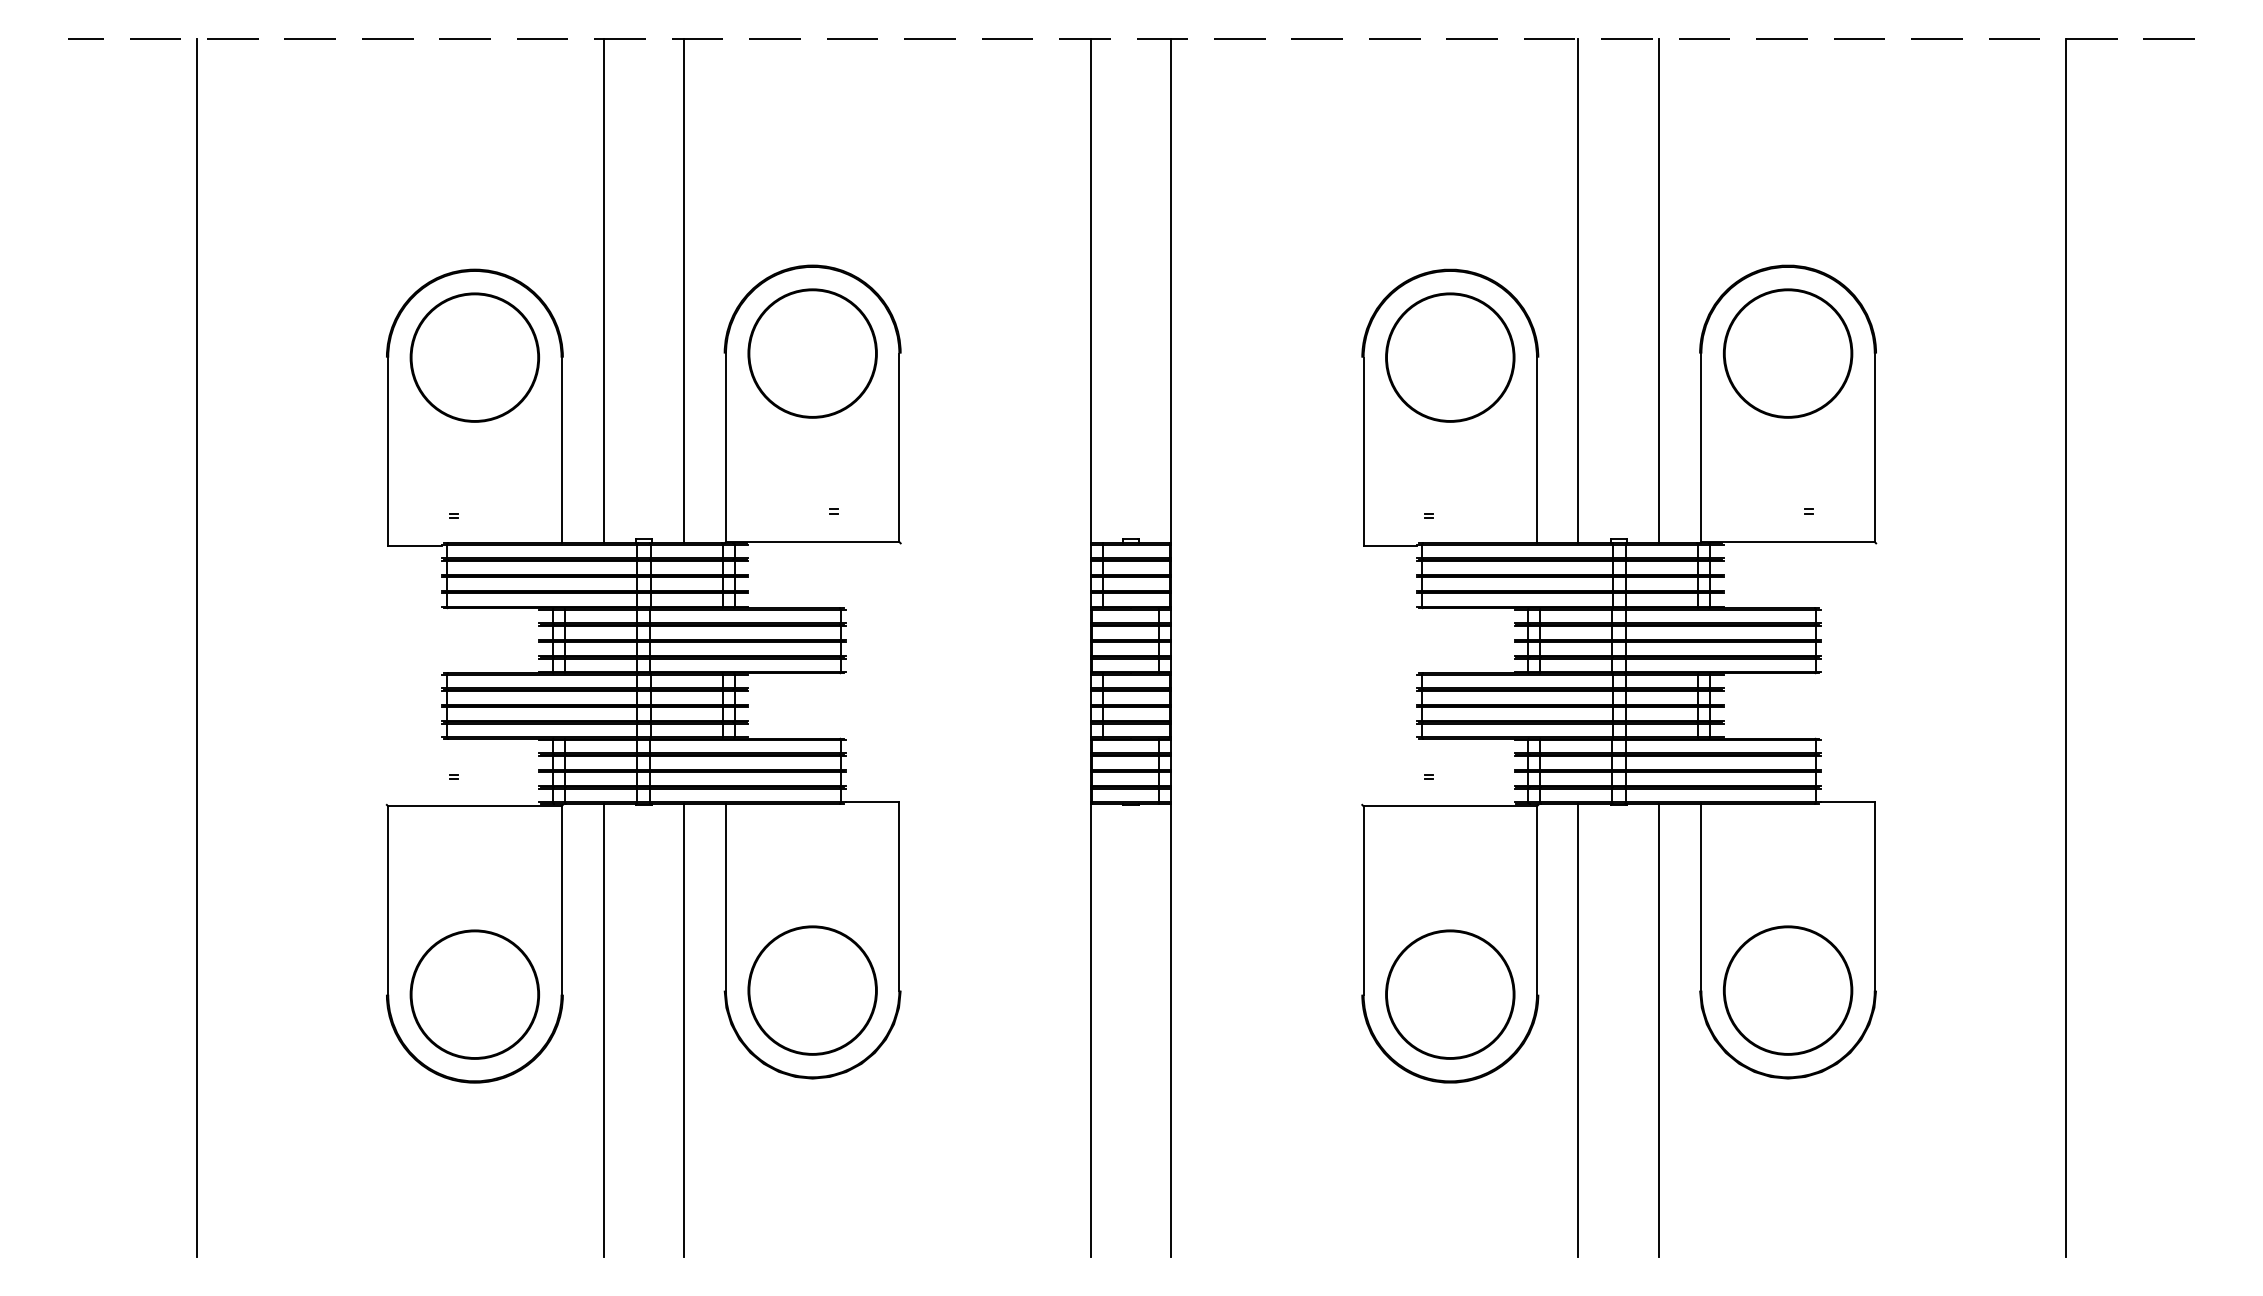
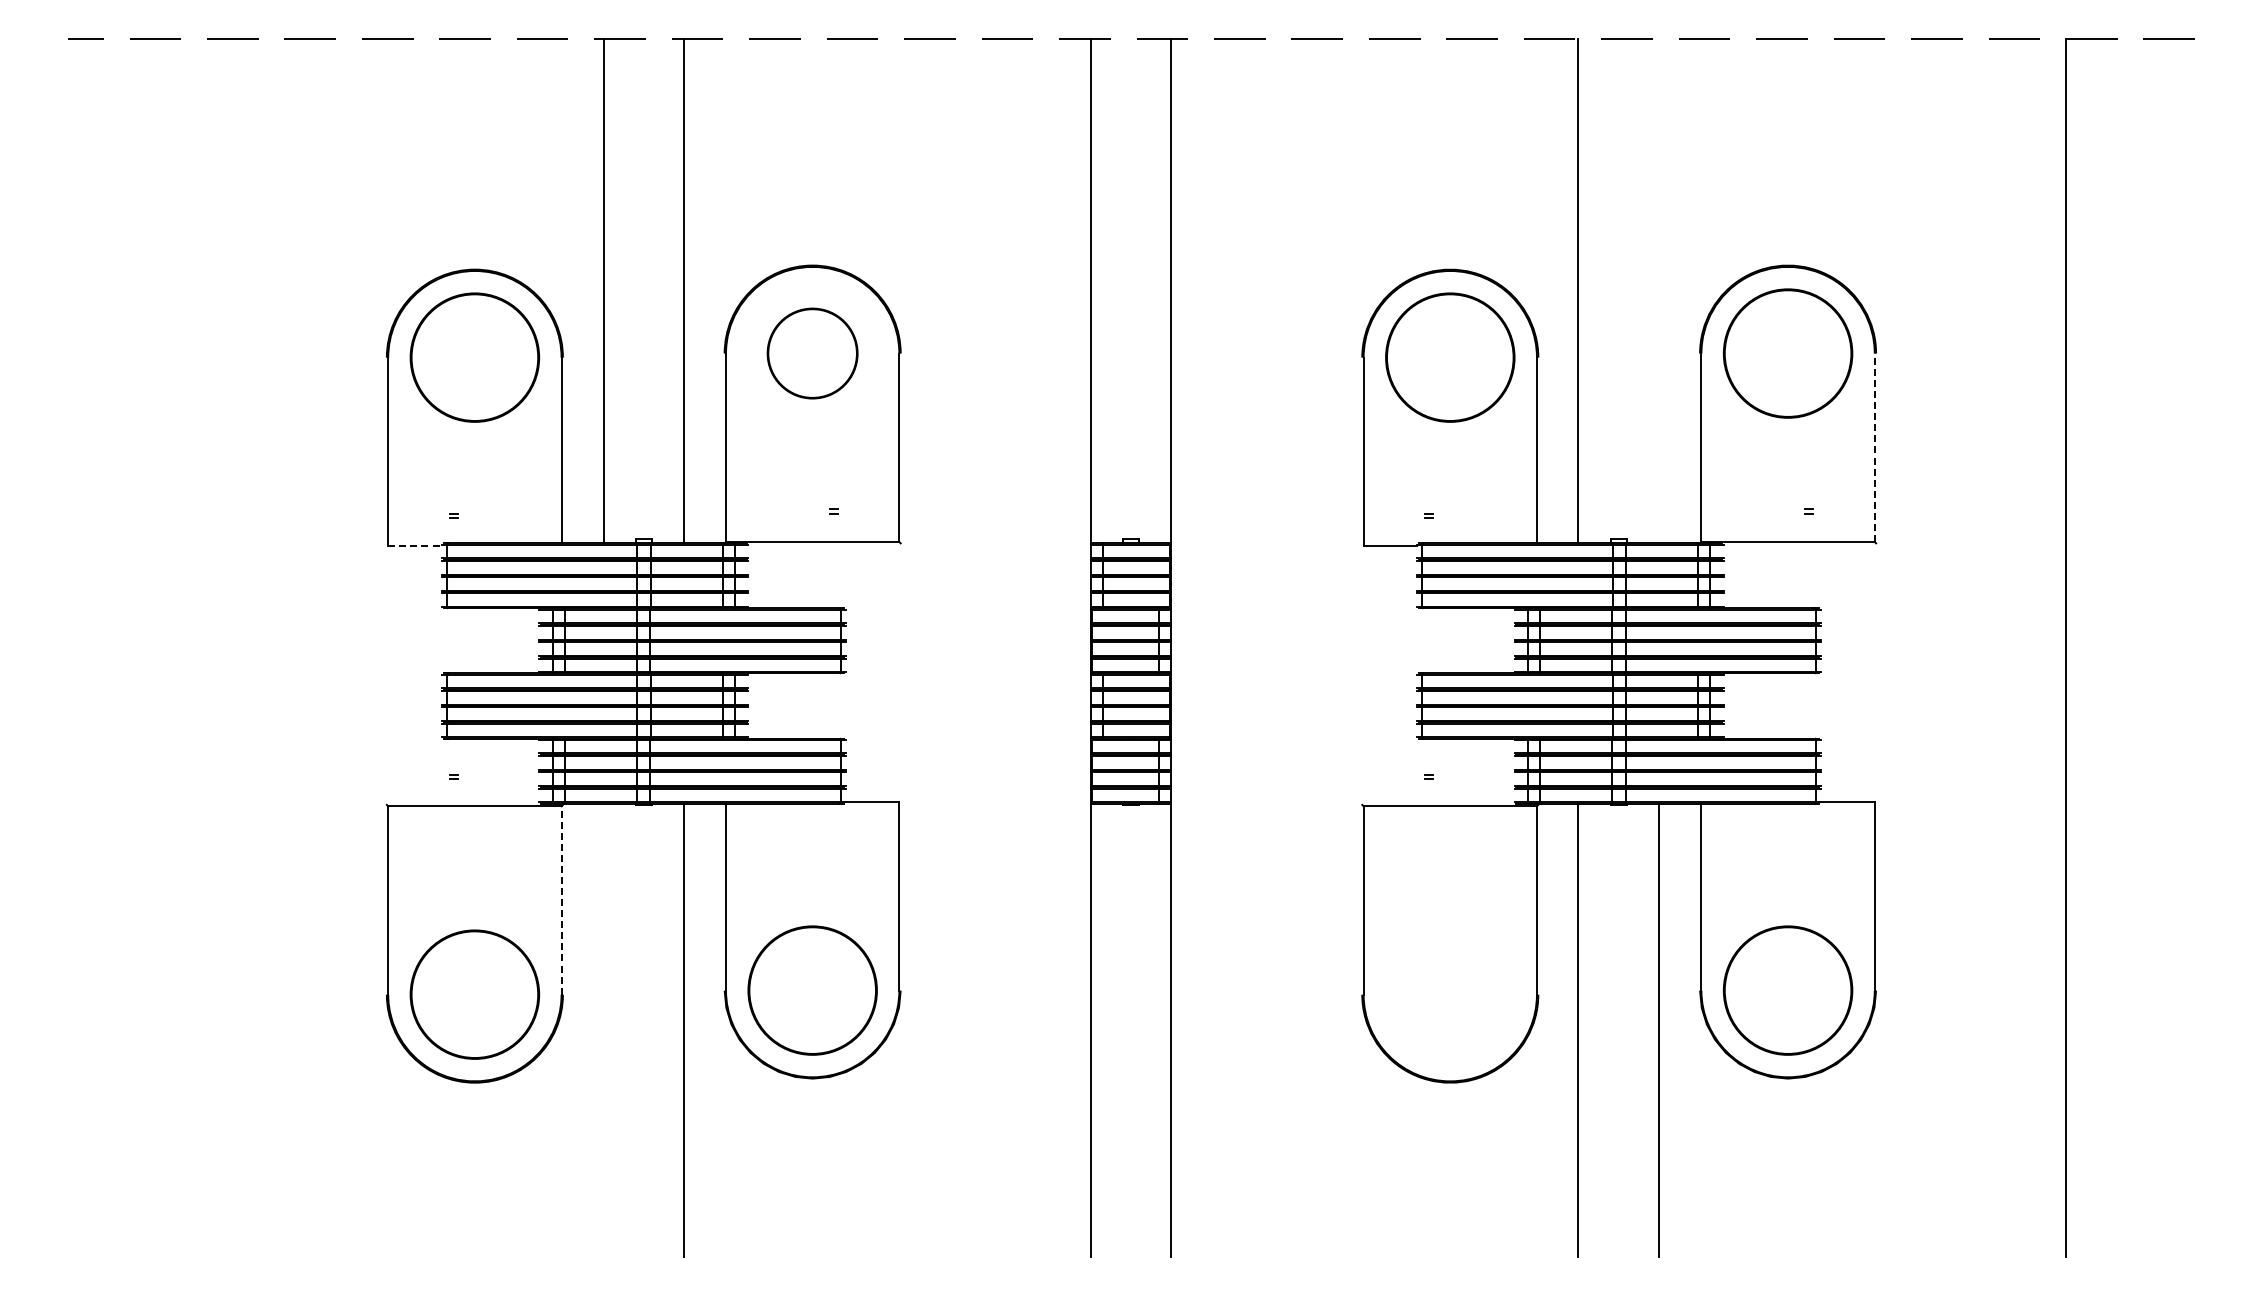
line at (1659, 291): present -> none
circle at (812, 353) size: 131x131 px -> 93x93 px
line at (1874, 447): solid -> dashed
line at (415, 546): solid -> dashed
line at (196, 647): present -> none
line at (561, 899): solid -> dashed
circle at (1450, 994): present -> none
line at (603, 1029): present -> none
